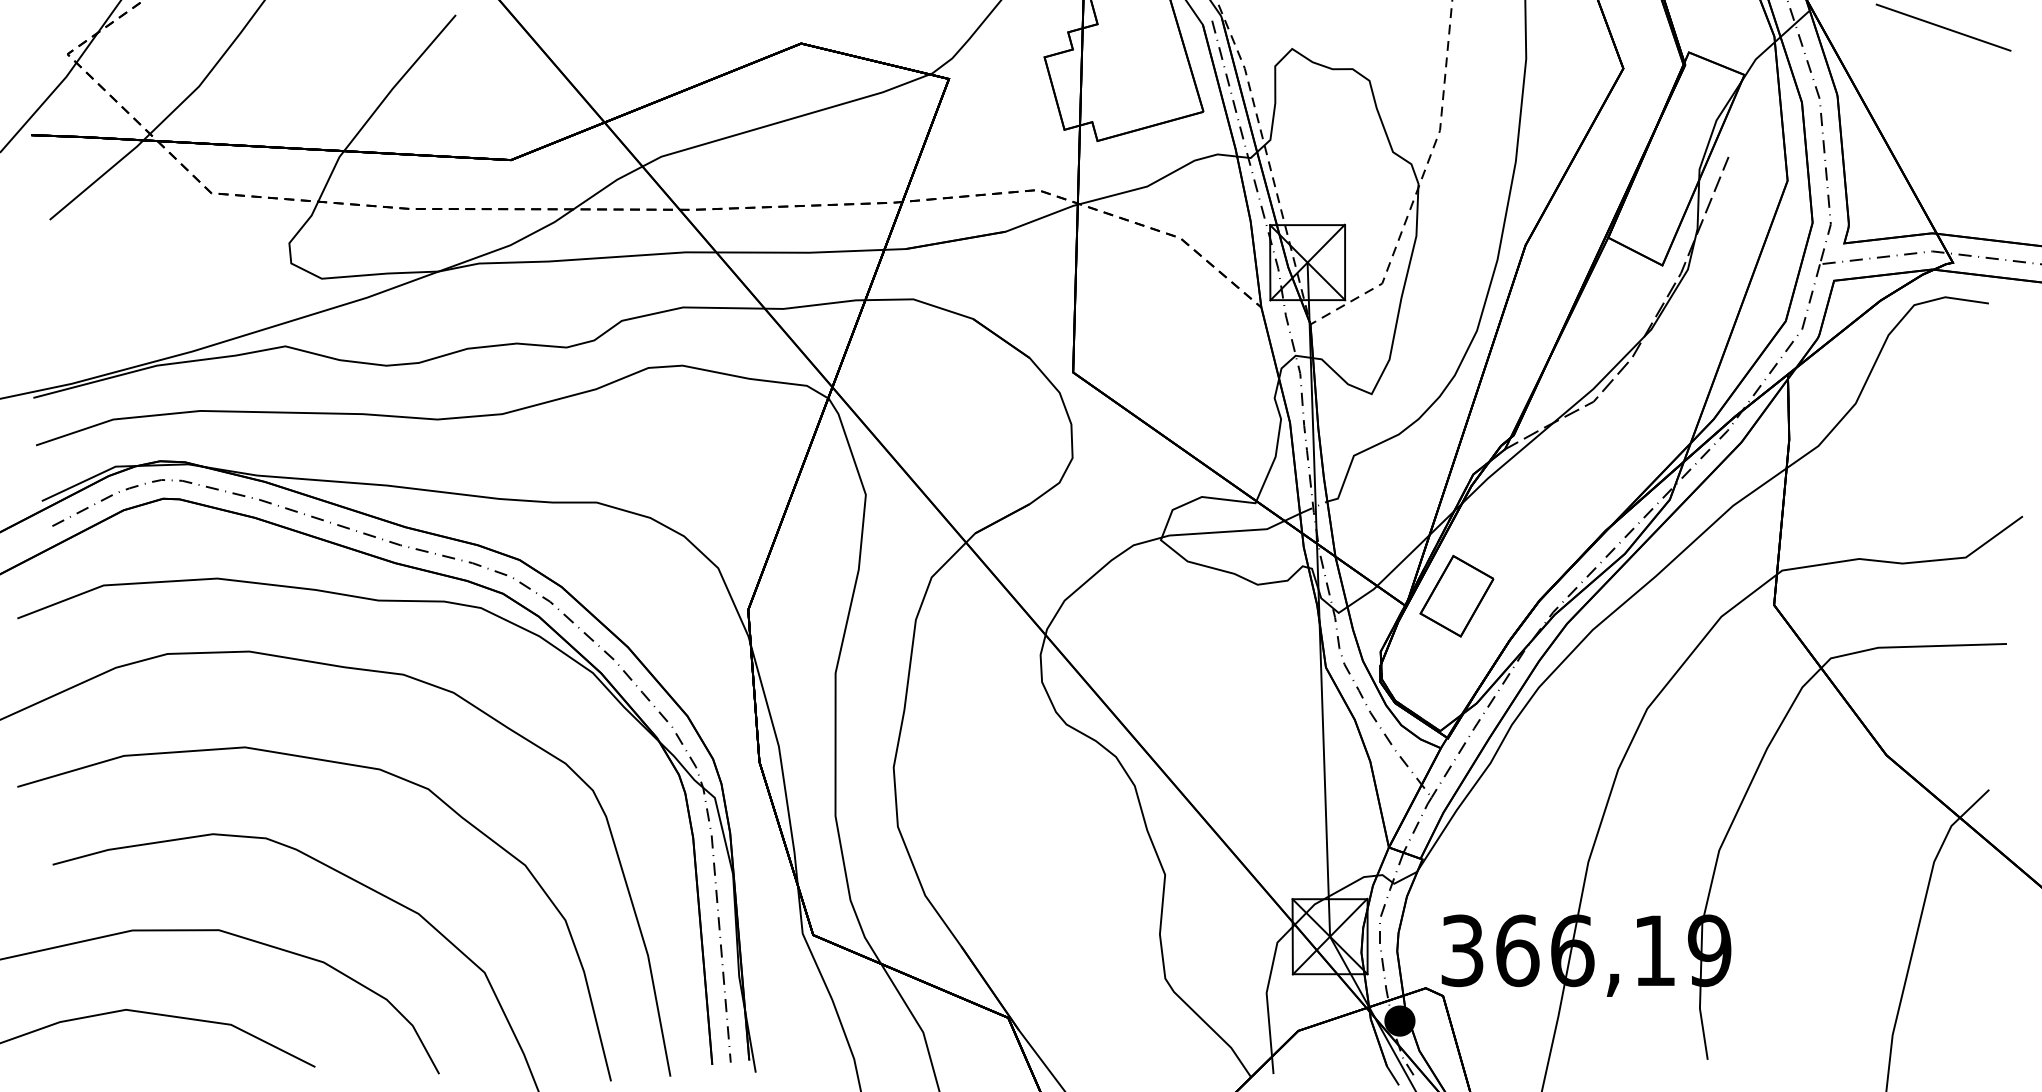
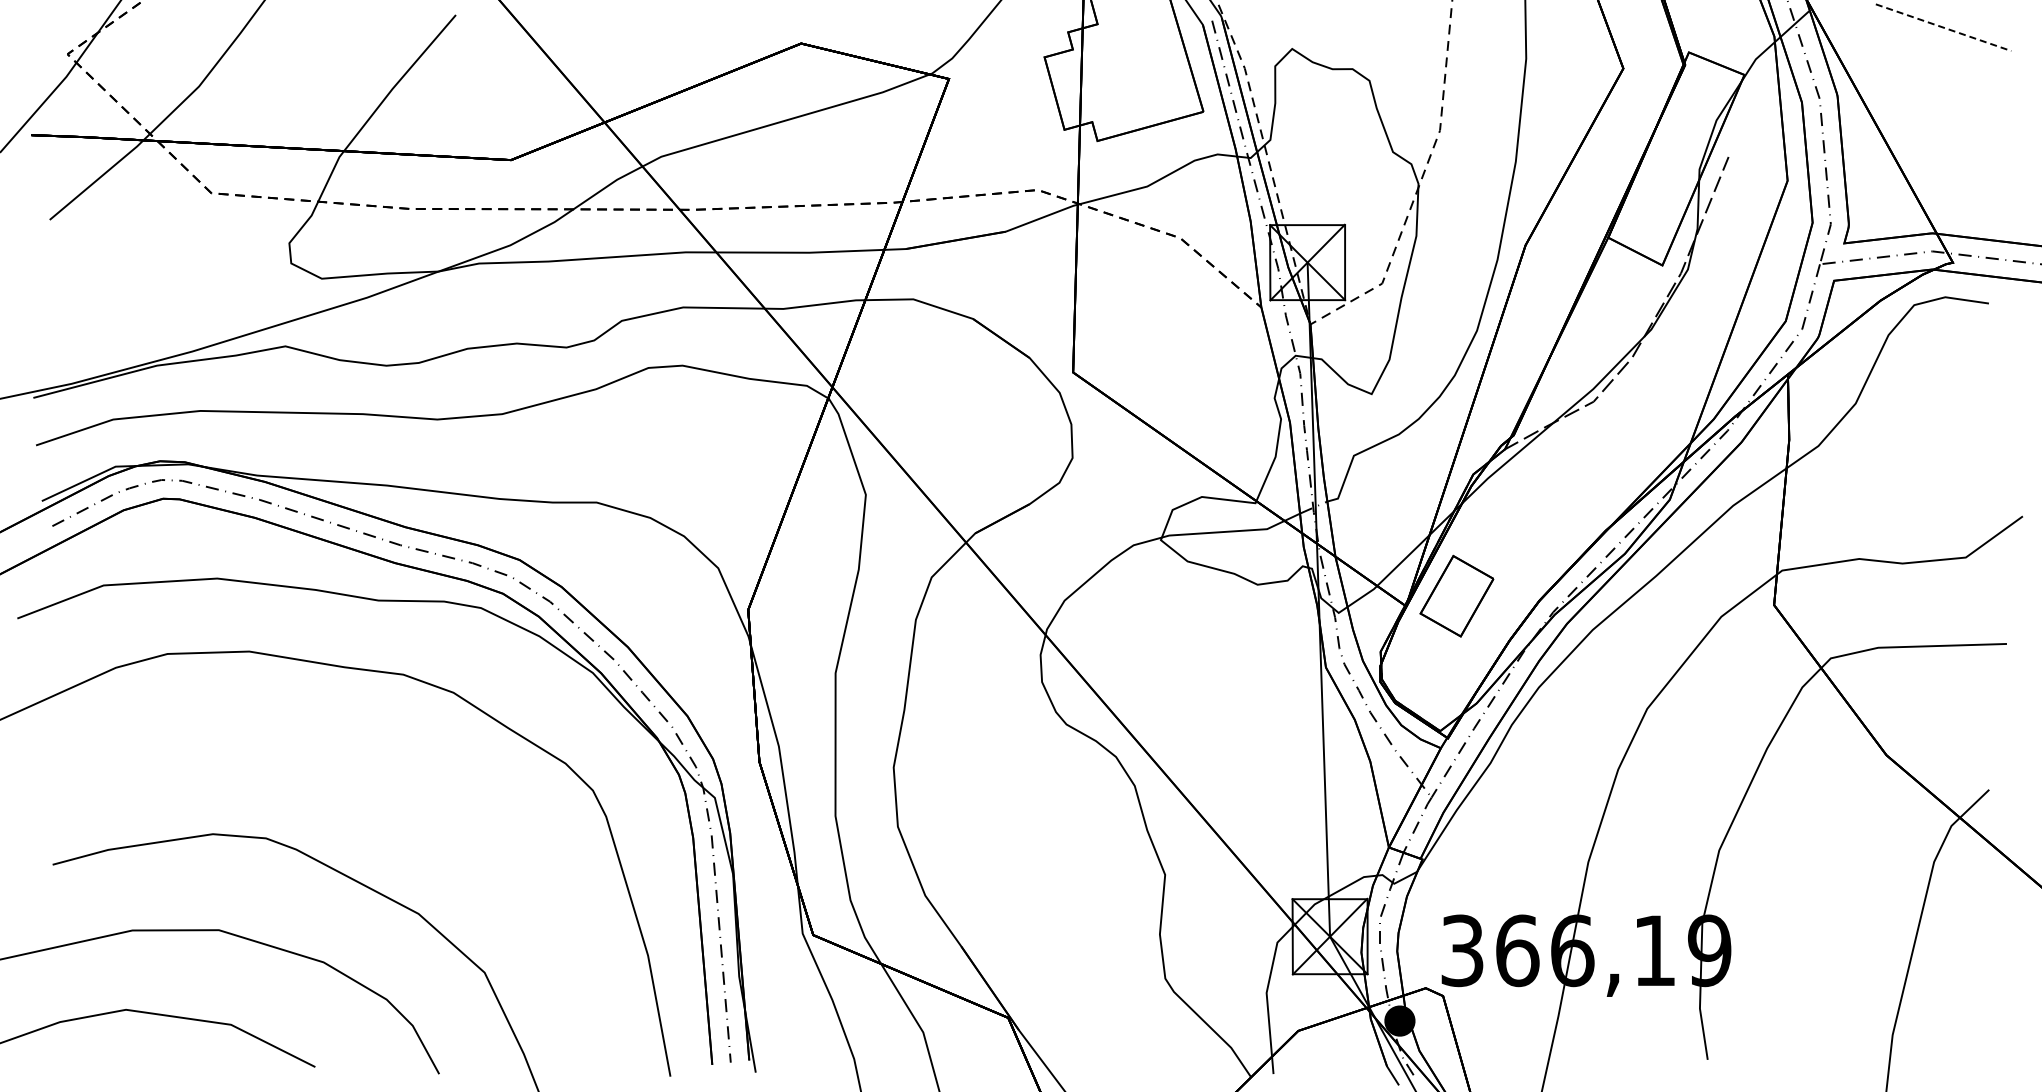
line at (1943, 27): solid -> dashed
curve at (341, 764): present -> none
